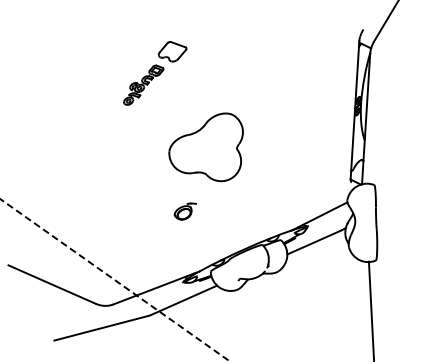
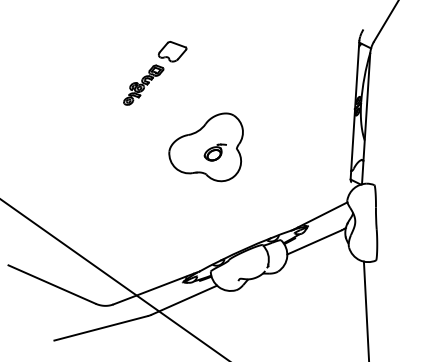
part at (184, 211) position: (184, 211) -> (214, 152)
line at (115, 280): dashed -> solid
line at (370, 309) position: (370, 309) -> (365, 309)
